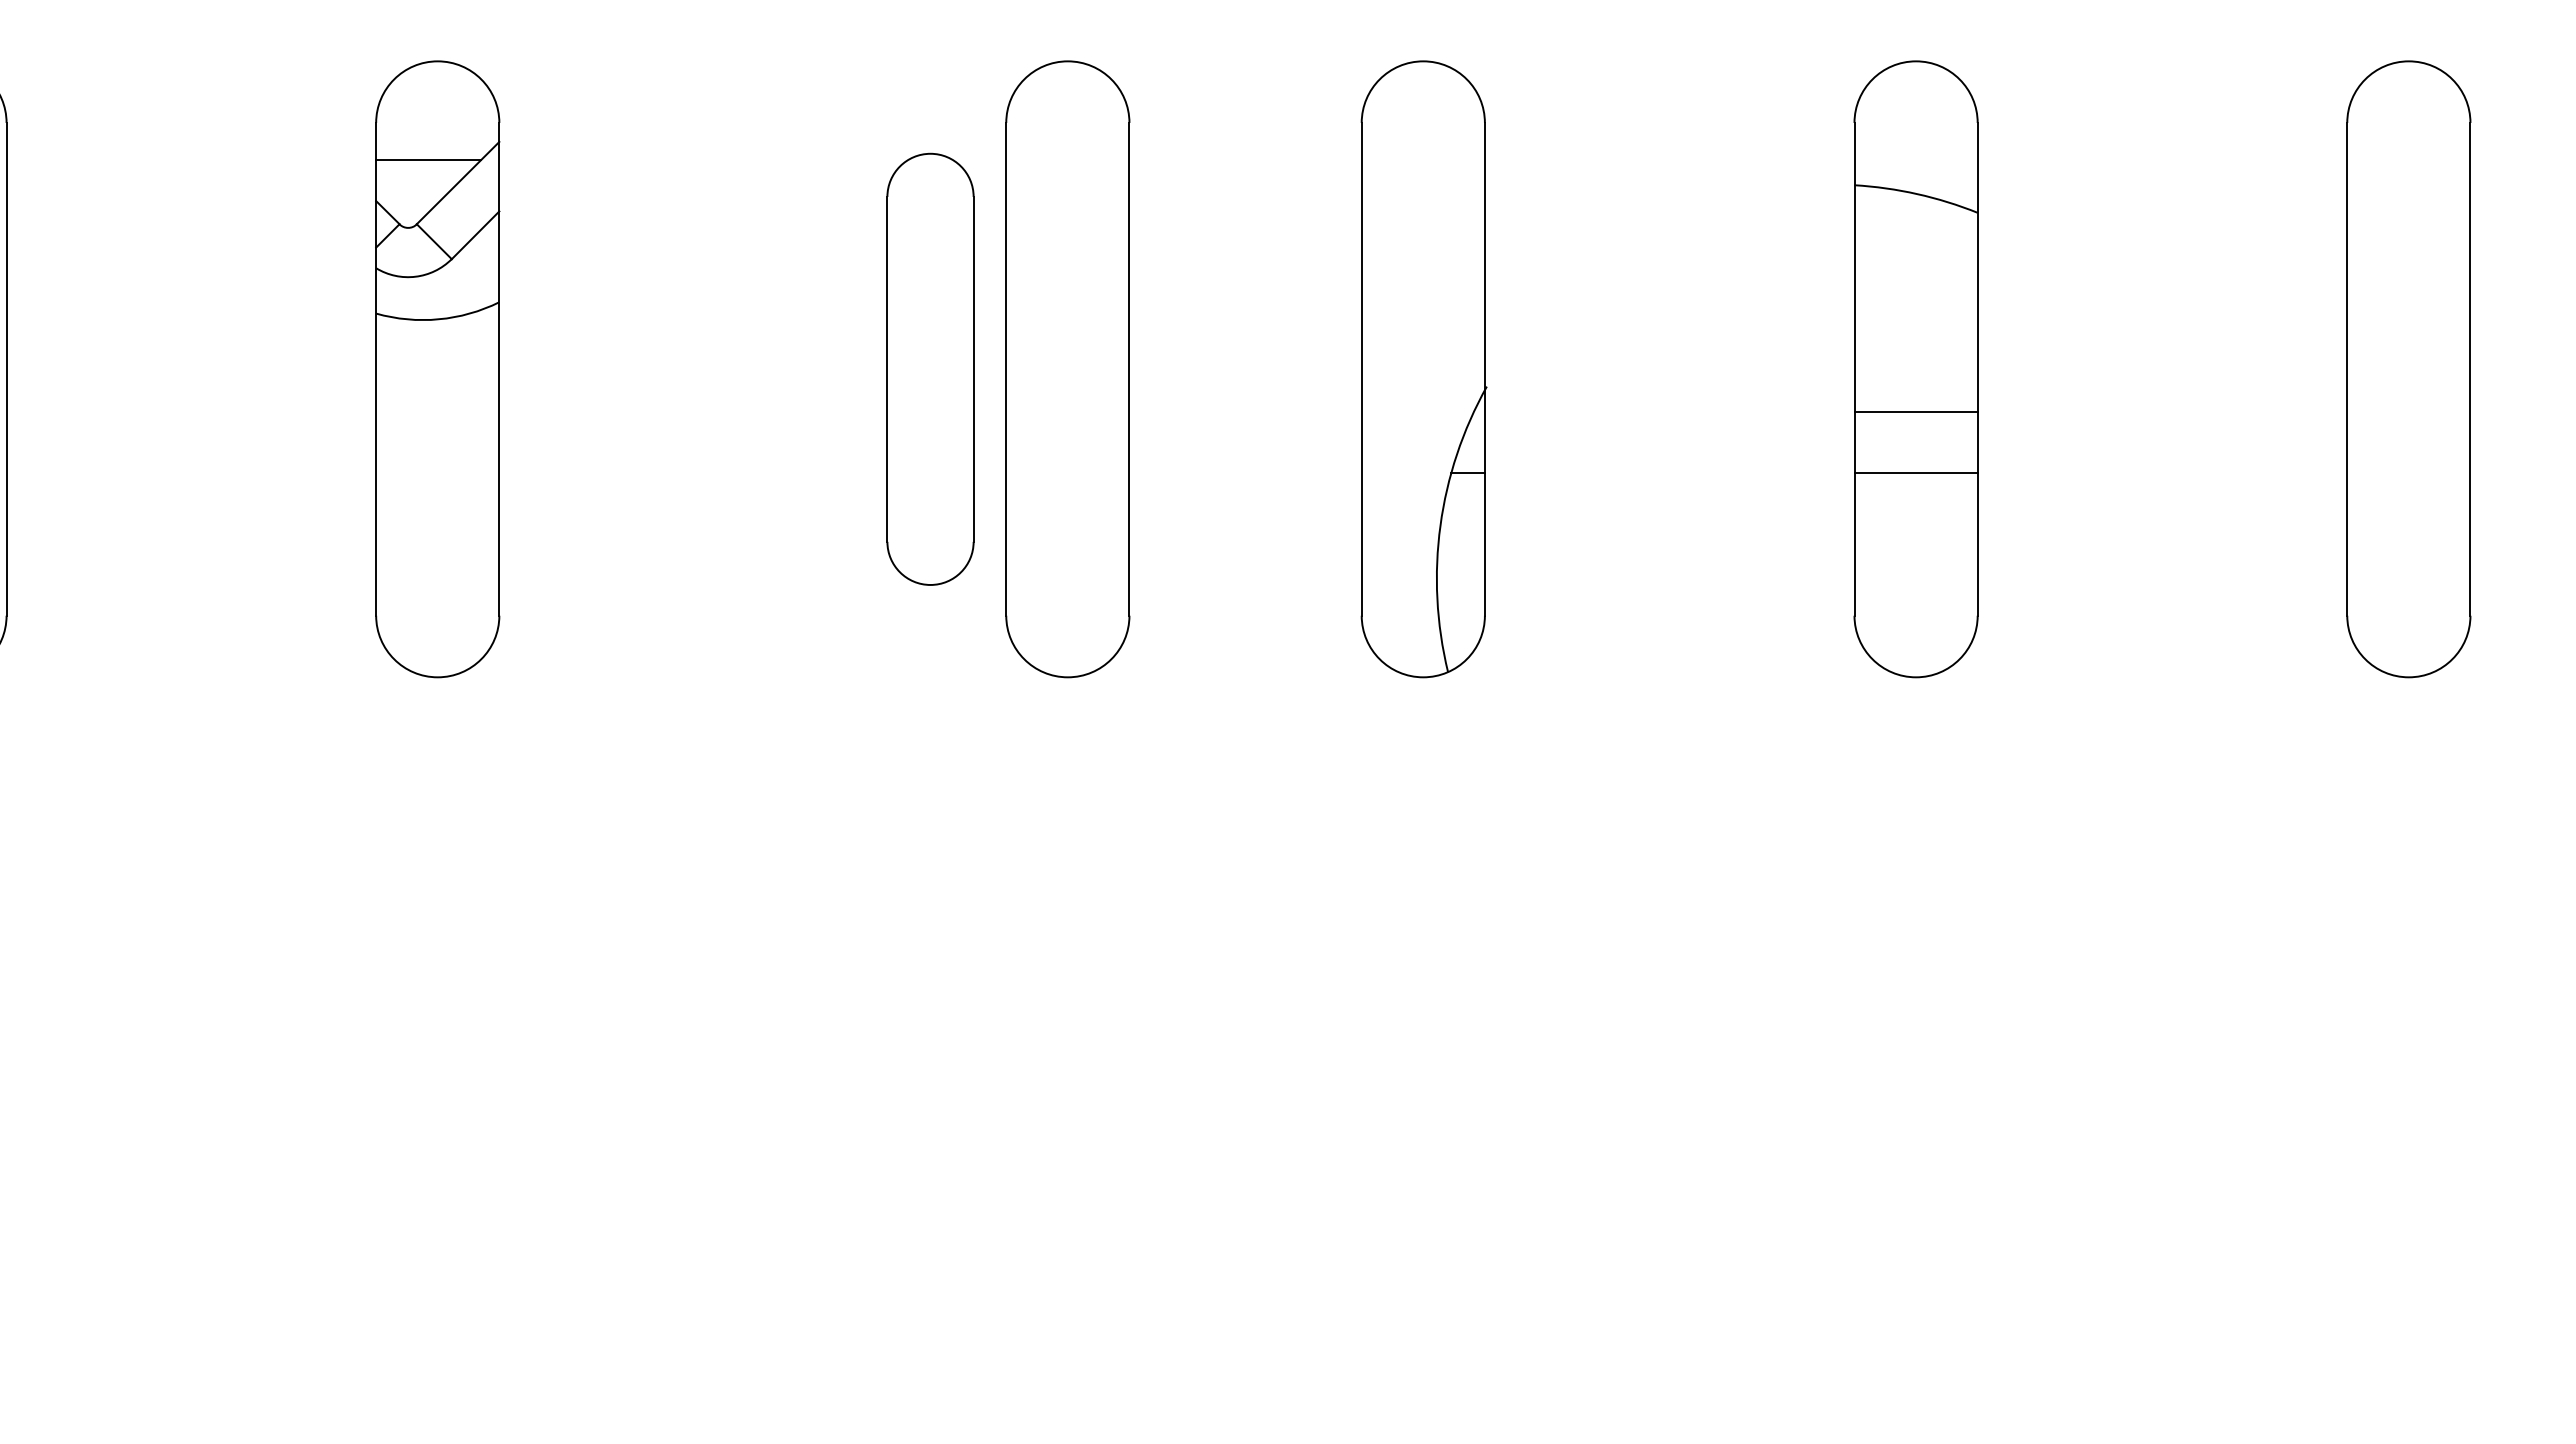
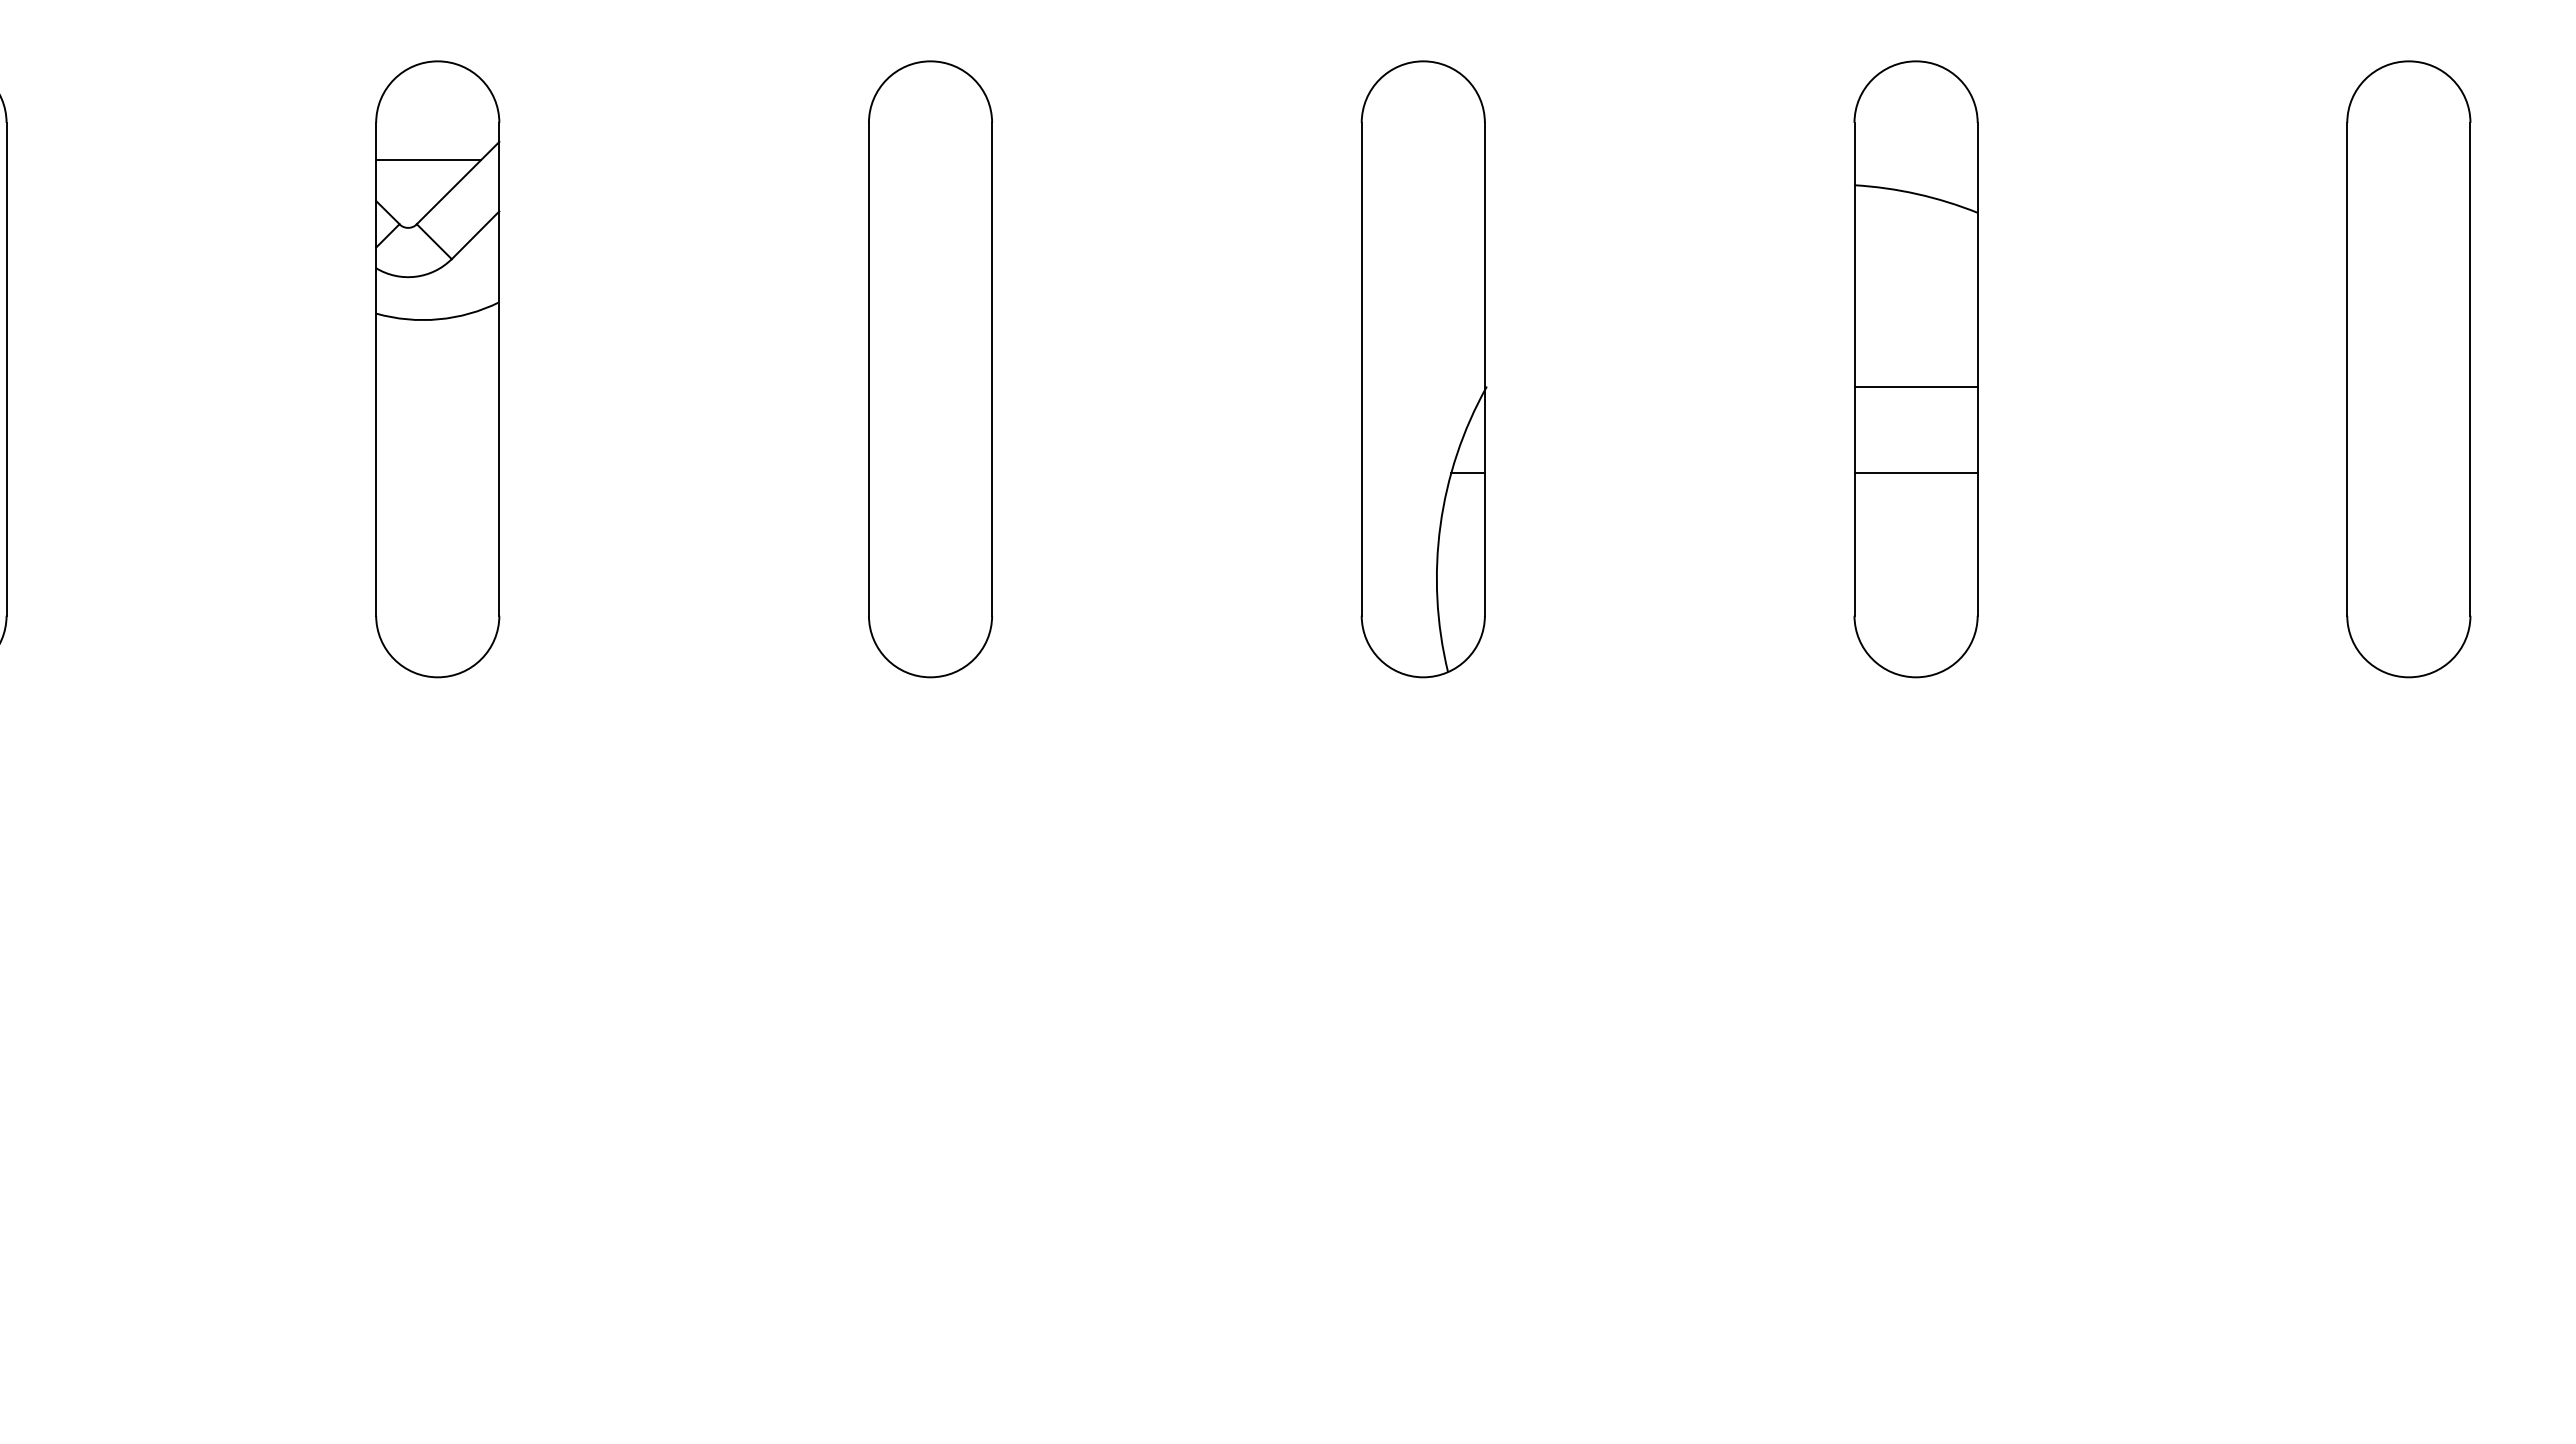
part at (930, 368) size: 89x434 px -> 125x619 px
part at (1067, 369): present -> none
line at (1915, 411) position: (1915, 411) -> (1915, 386)
